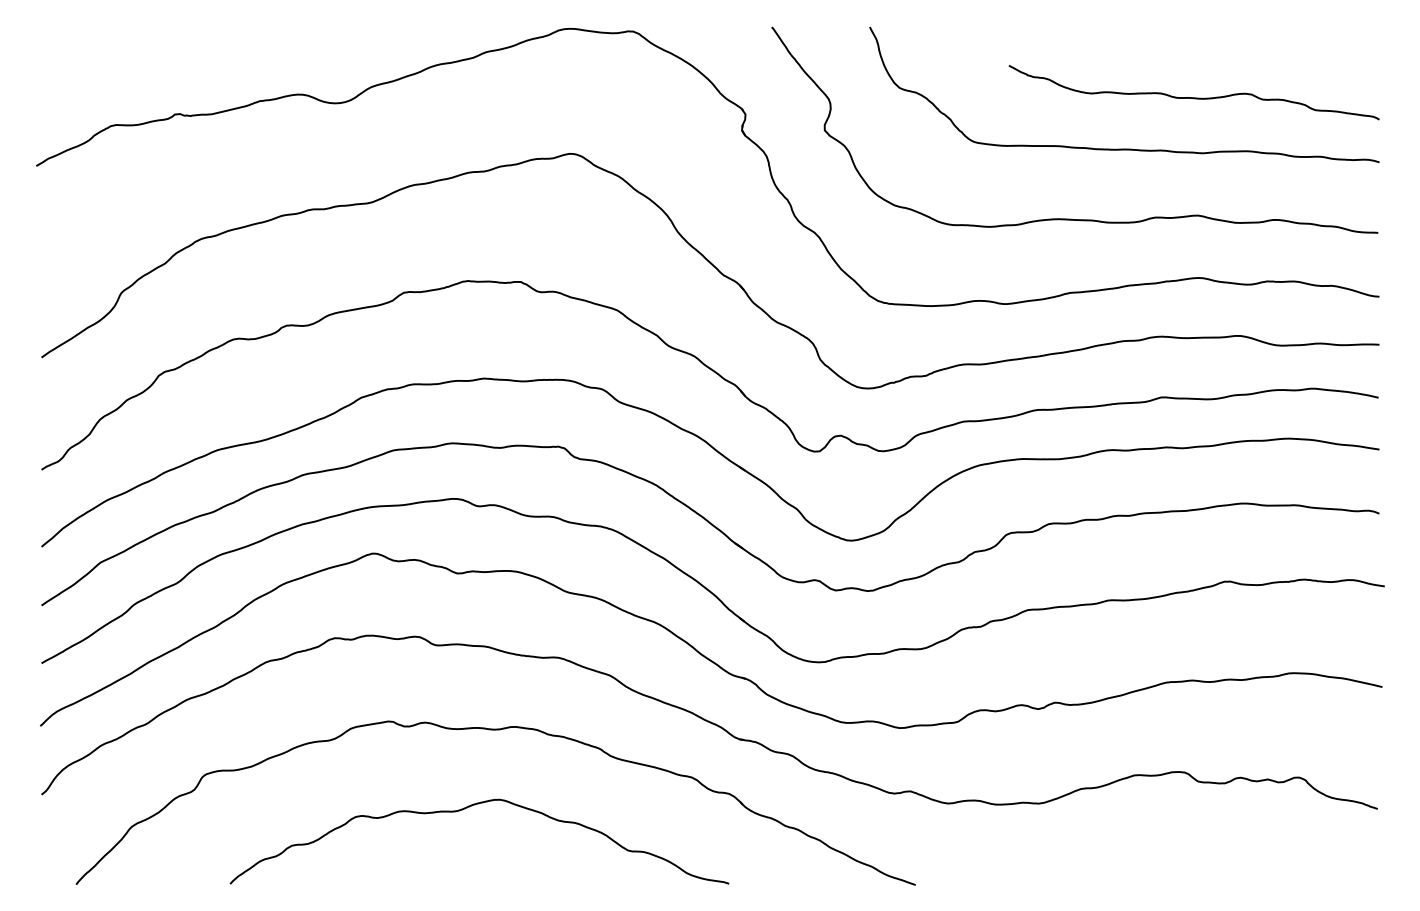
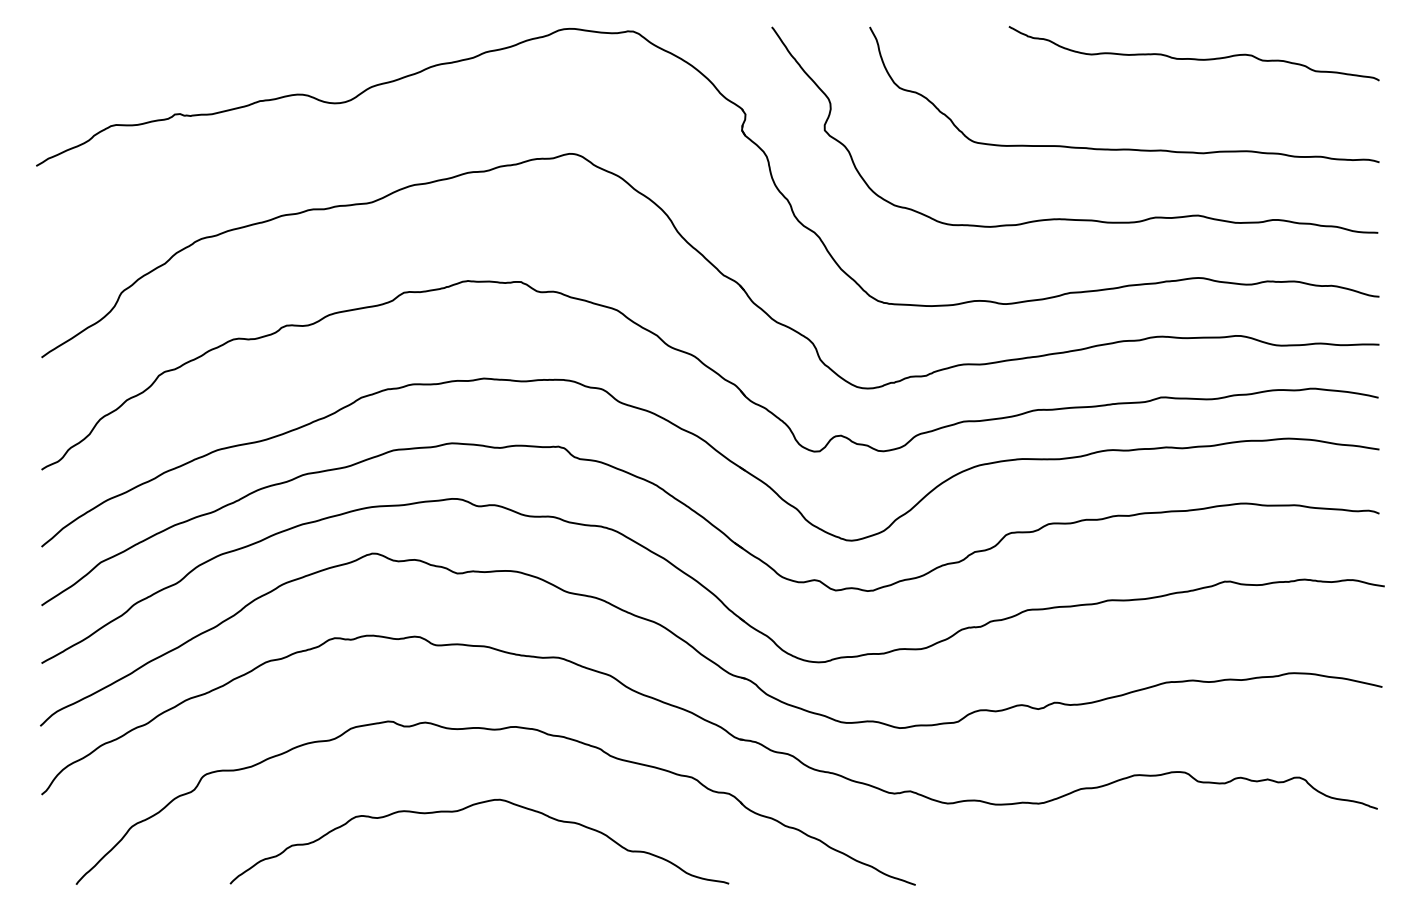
curve at (1193, 97) position: (1193, 97) -> (1193, 58)
